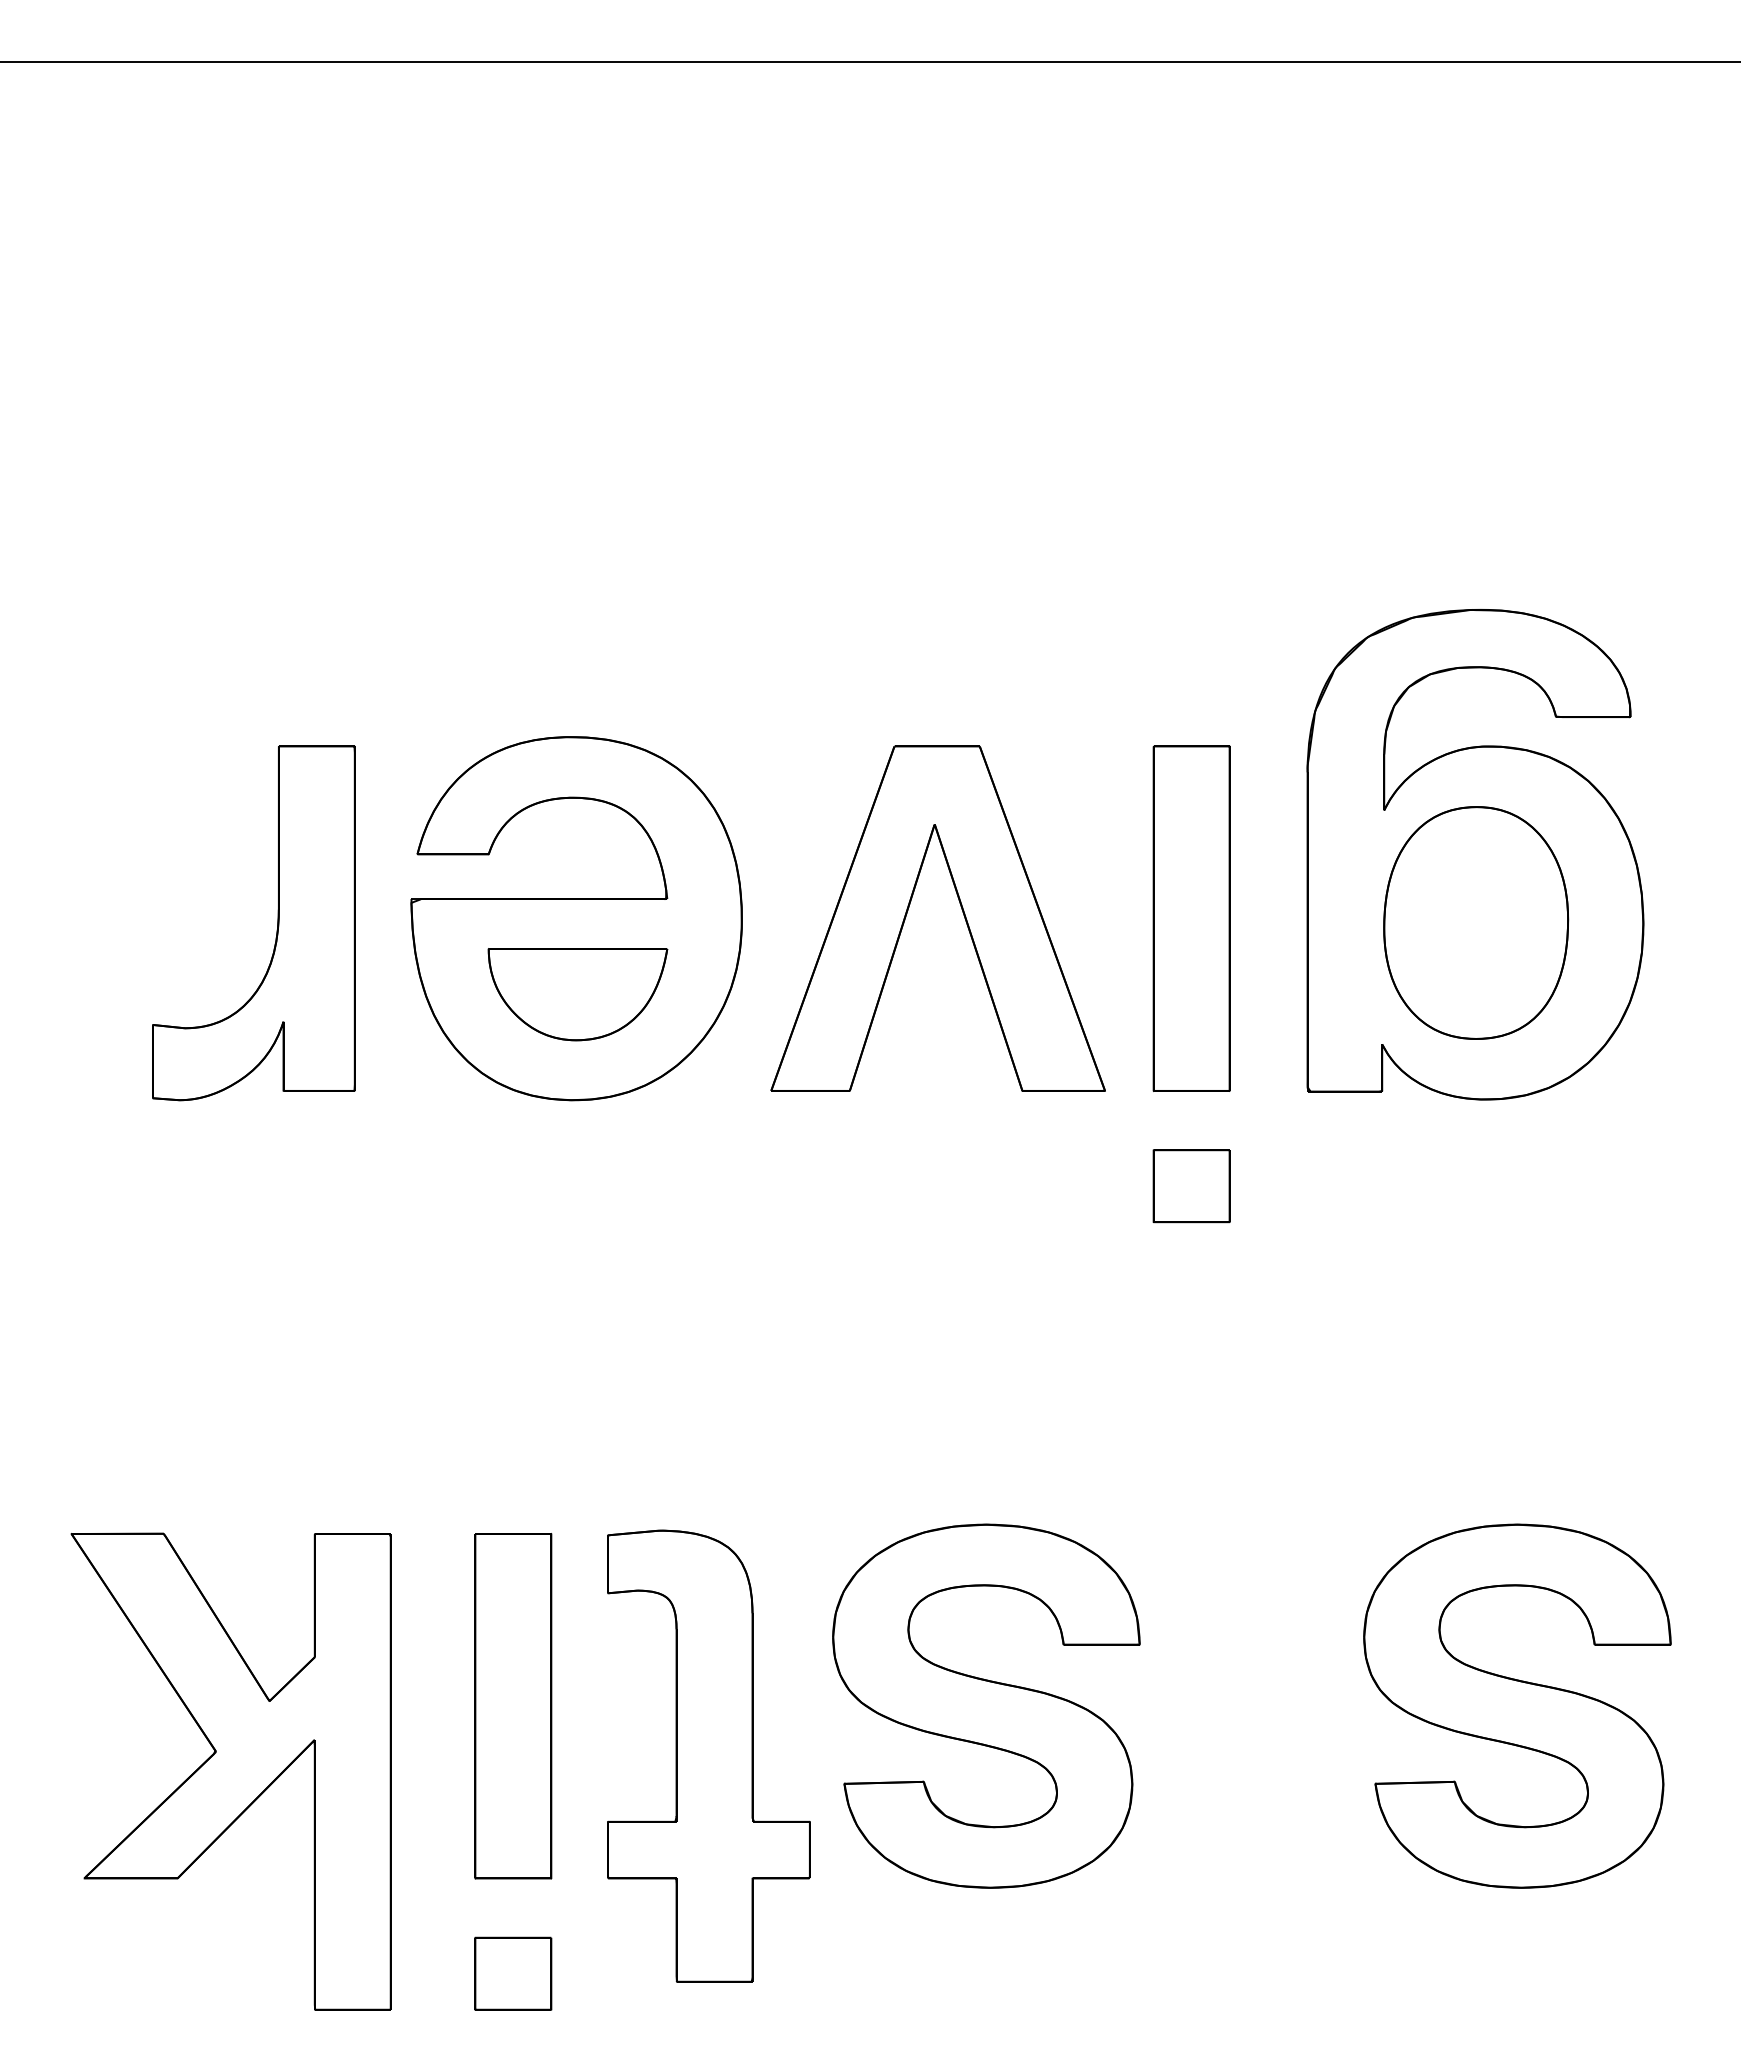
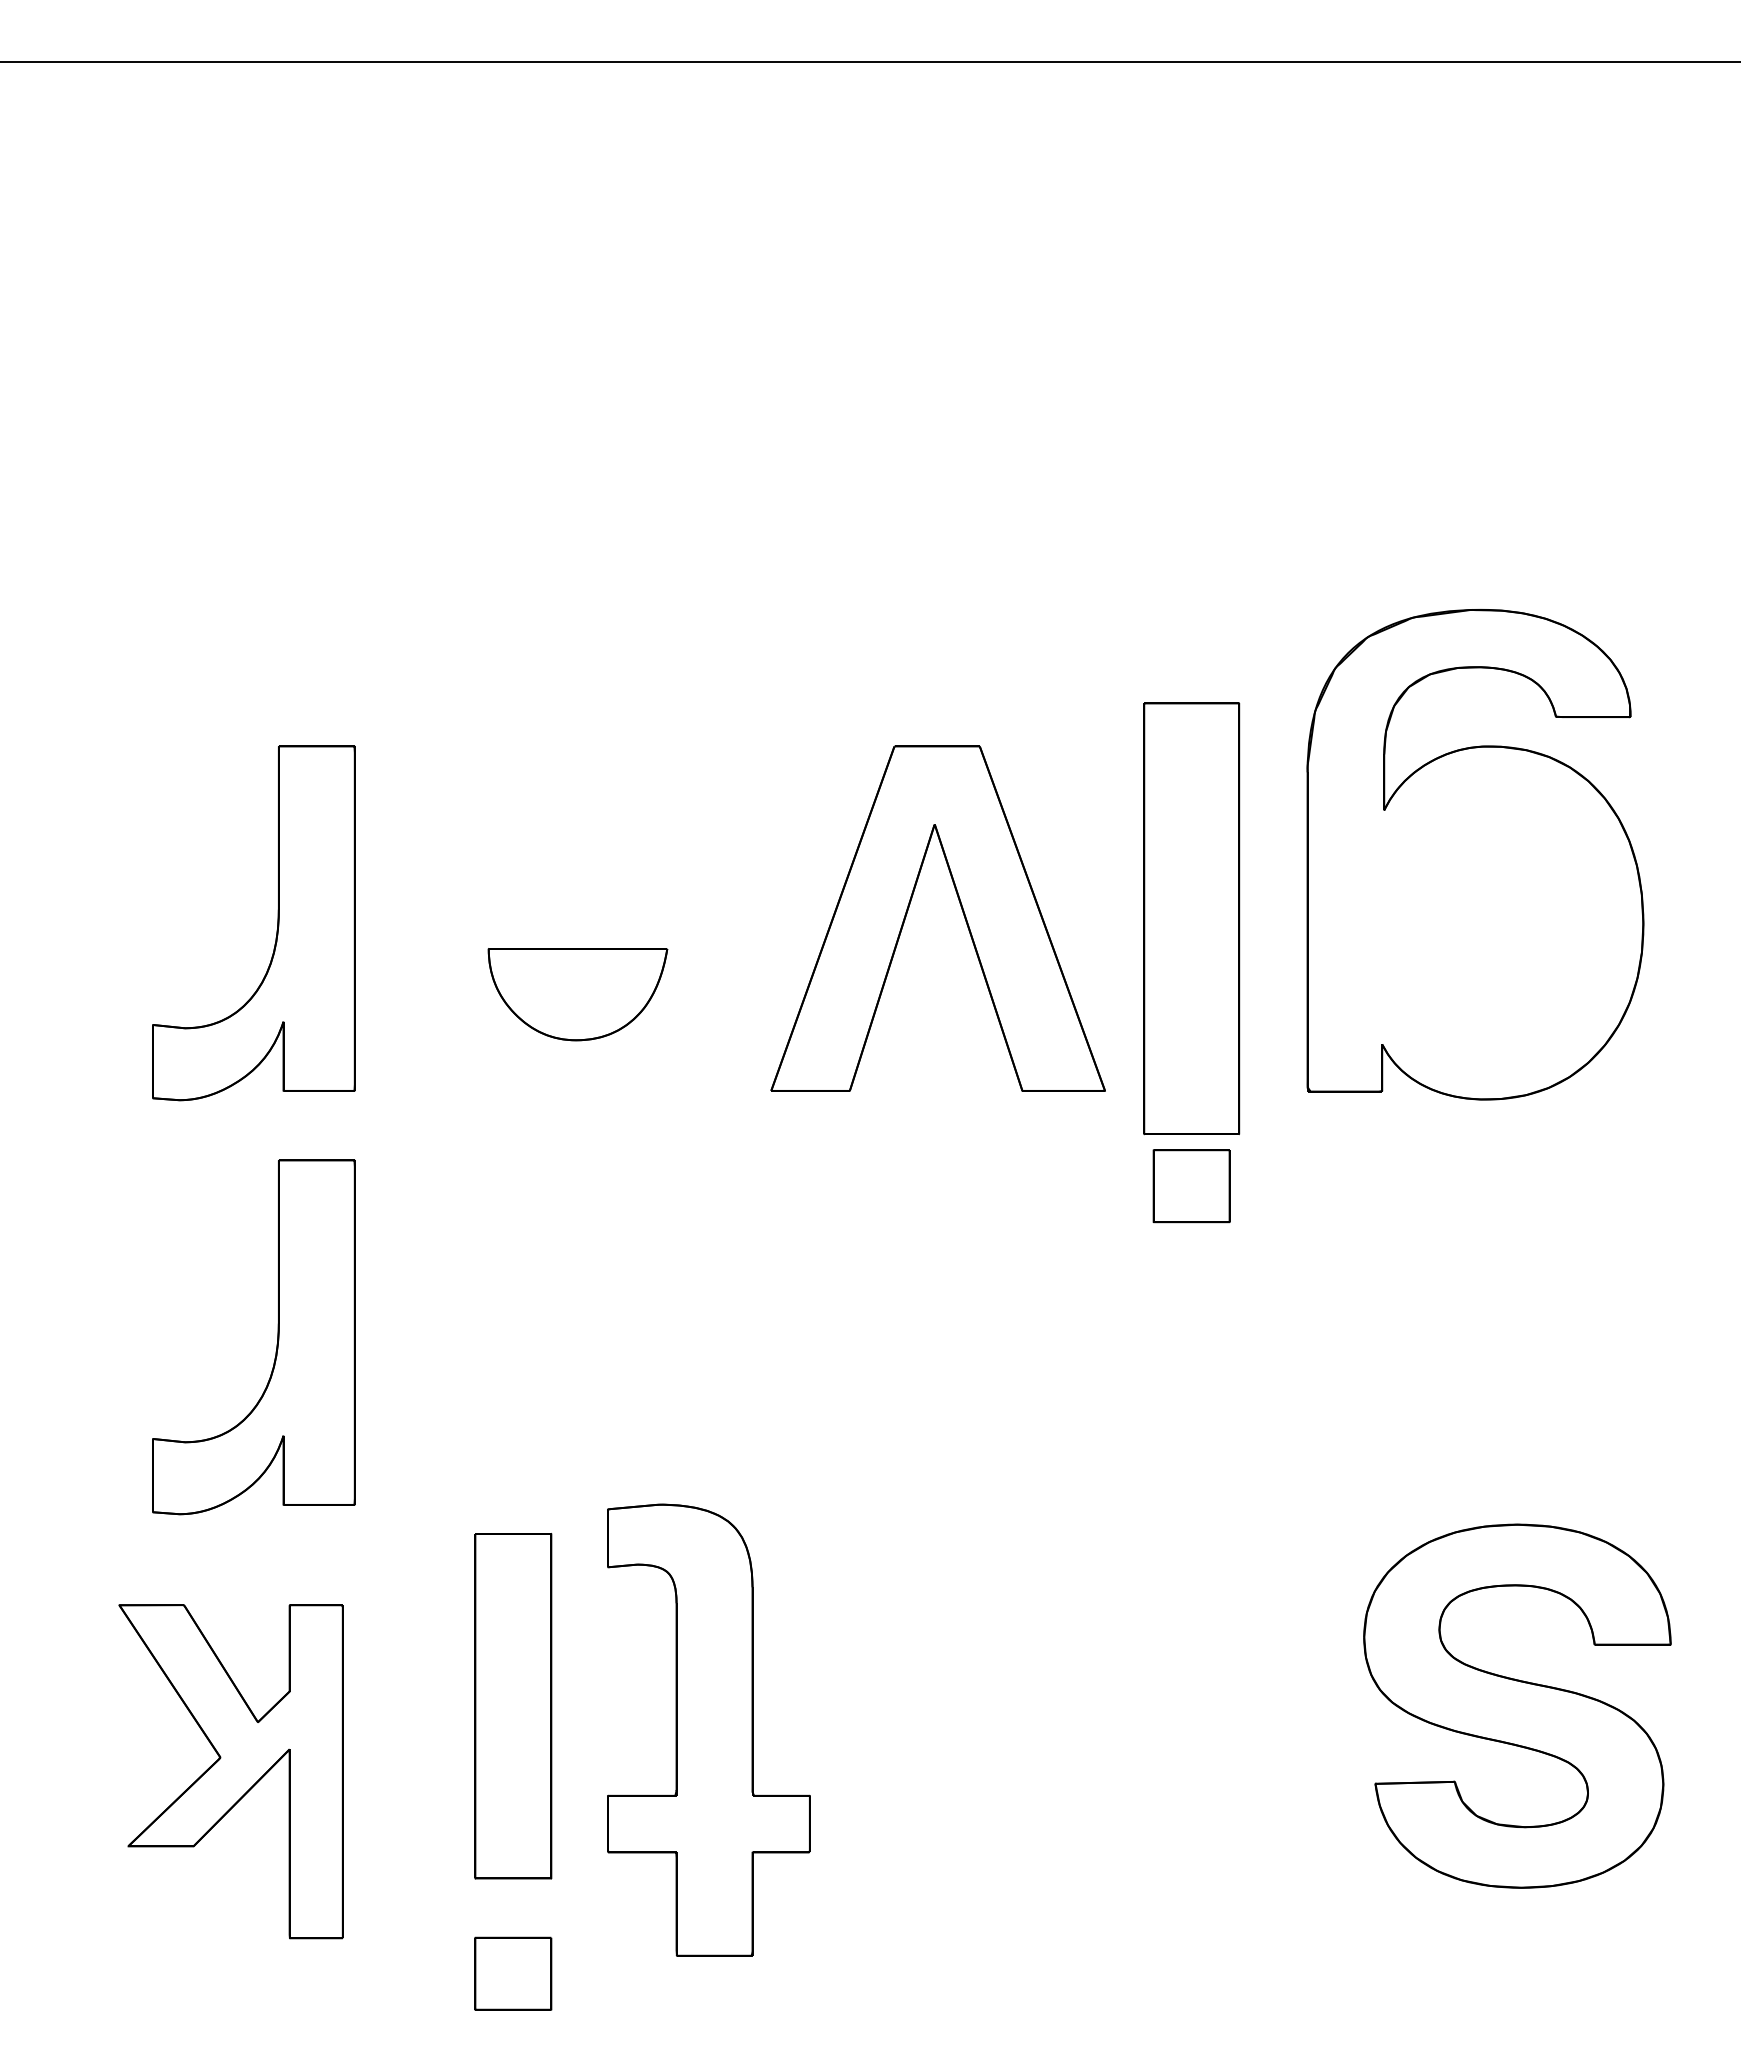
part at (576, 918): present -> none
part at (1191, 918) size: 79x347 px -> 98x434 px
part at (1476, 922): present -> none
part at (277, 1337): none -> present
part at (986, 1705): present -> none
part at (708, 1755) position: (708, 1755) -> (708, 1729)
part at (230, 1771) size: 322x479 px -> 226x336 px
